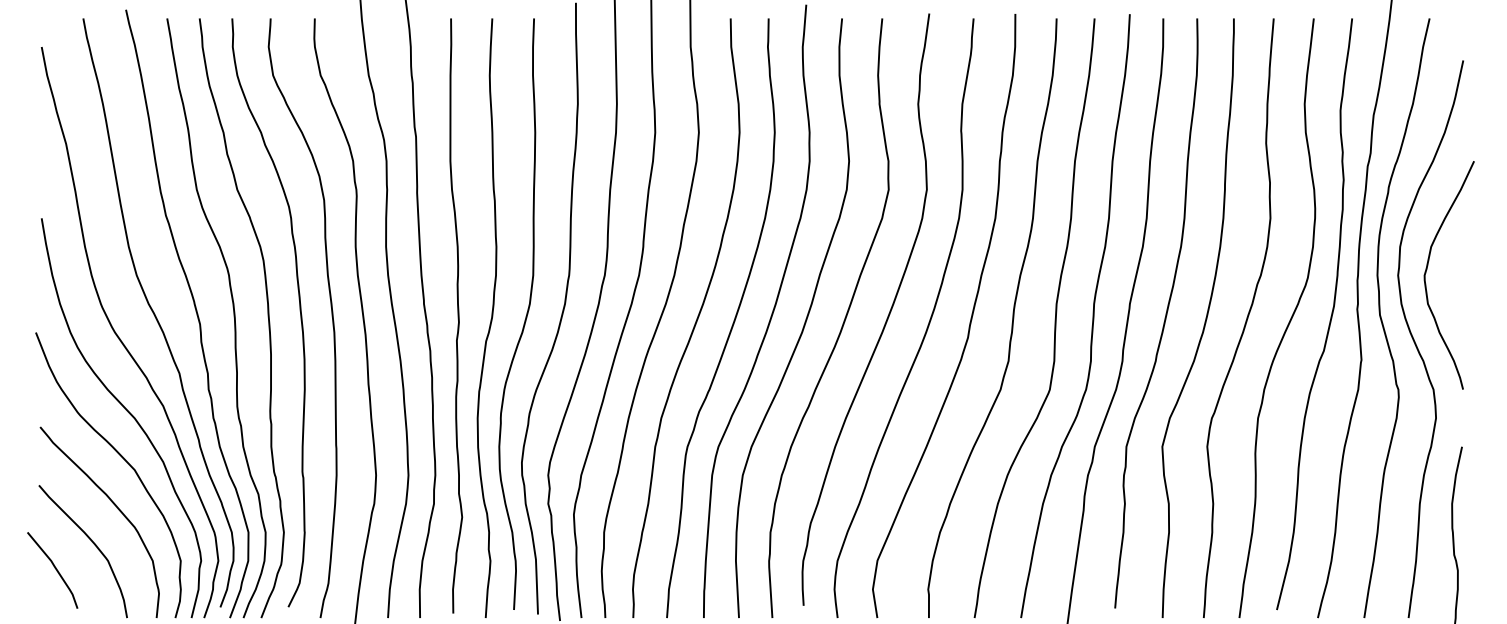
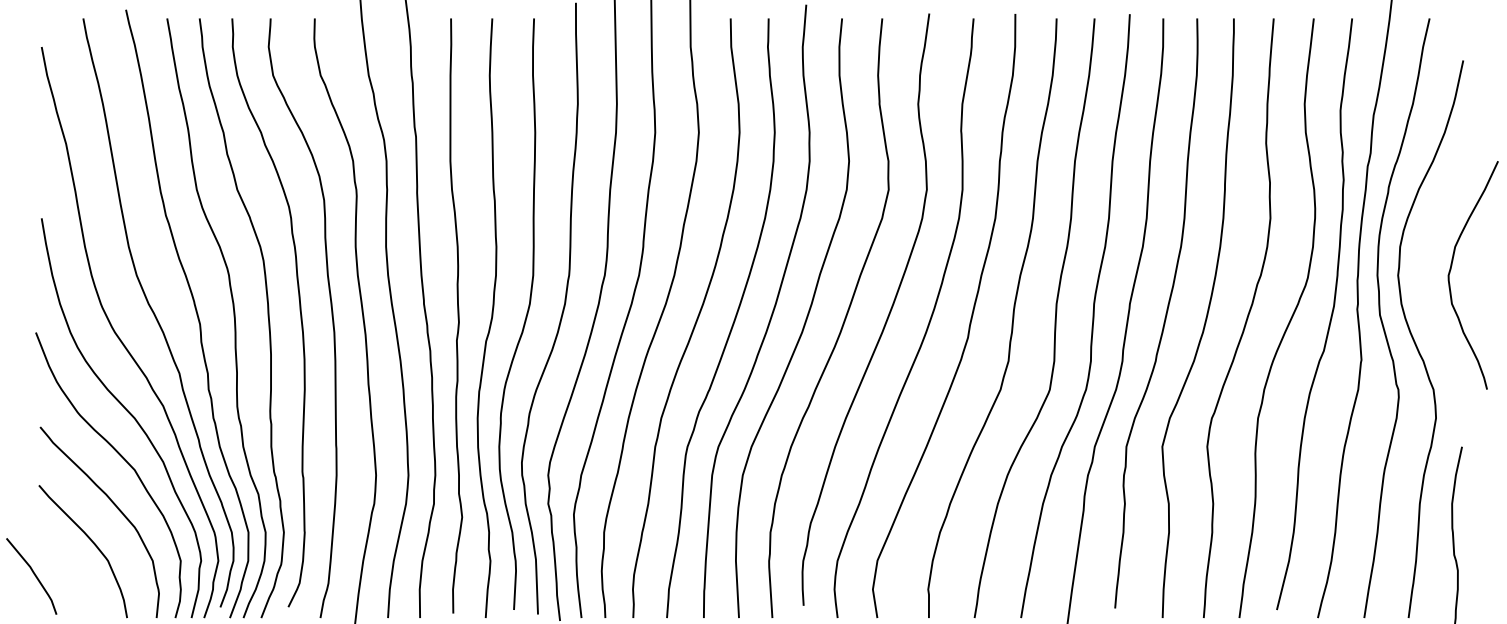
curve at (1427, 269) position: (1427, 269) -> (1451, 269)
curve at (54, 568) position: (54, 568) -> (33, 574)
